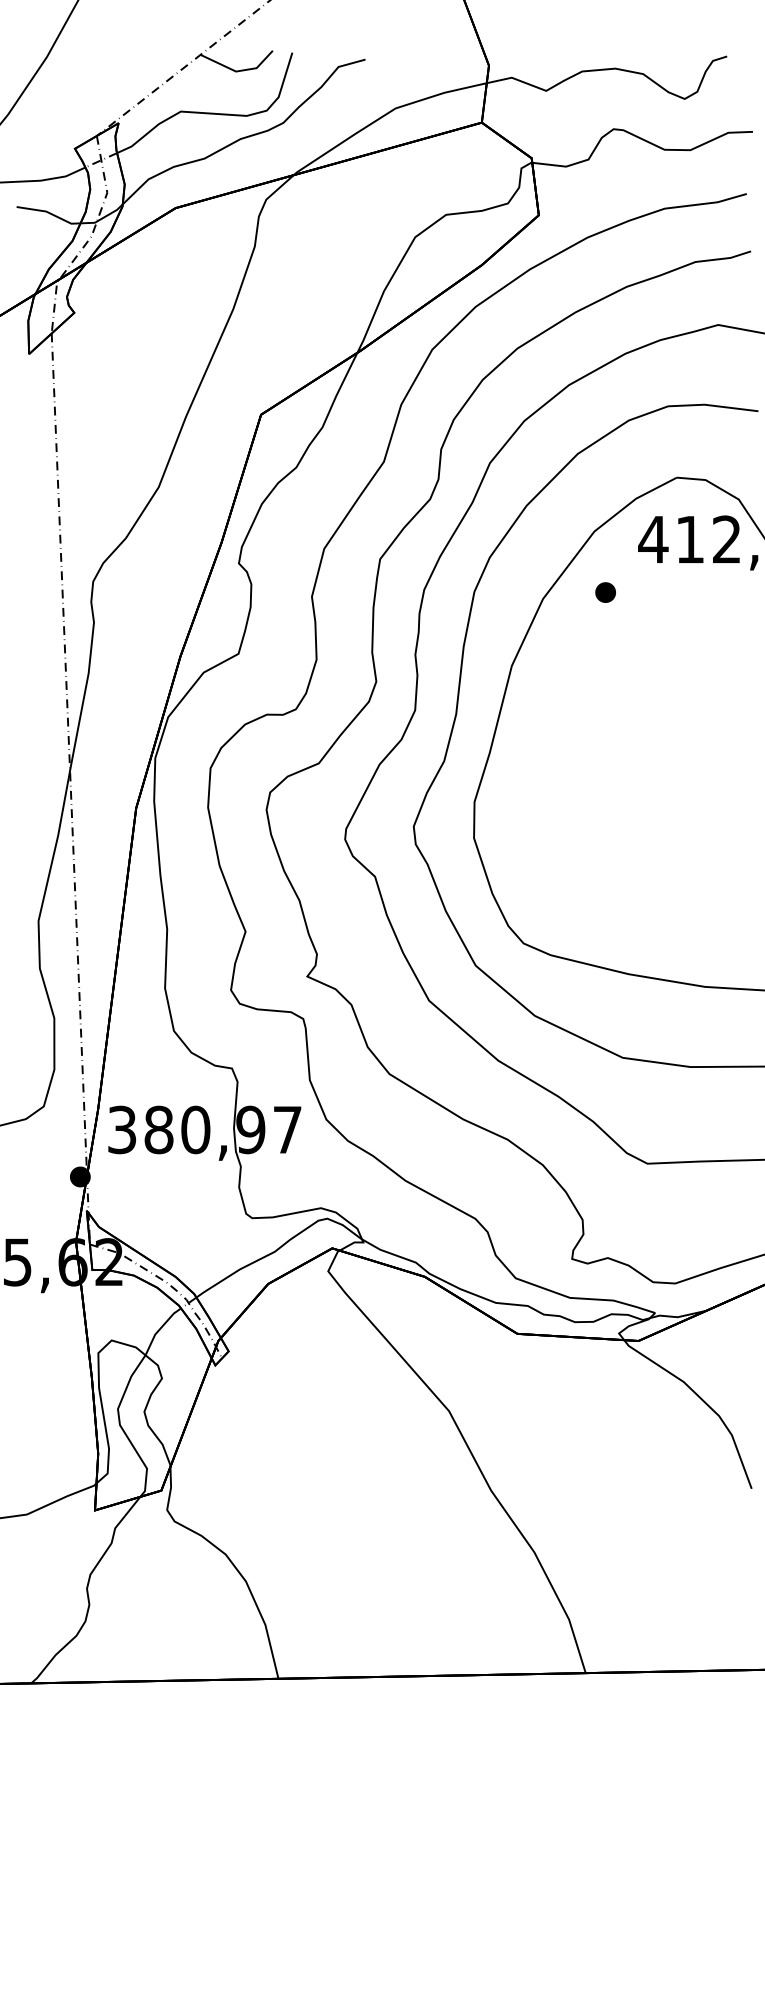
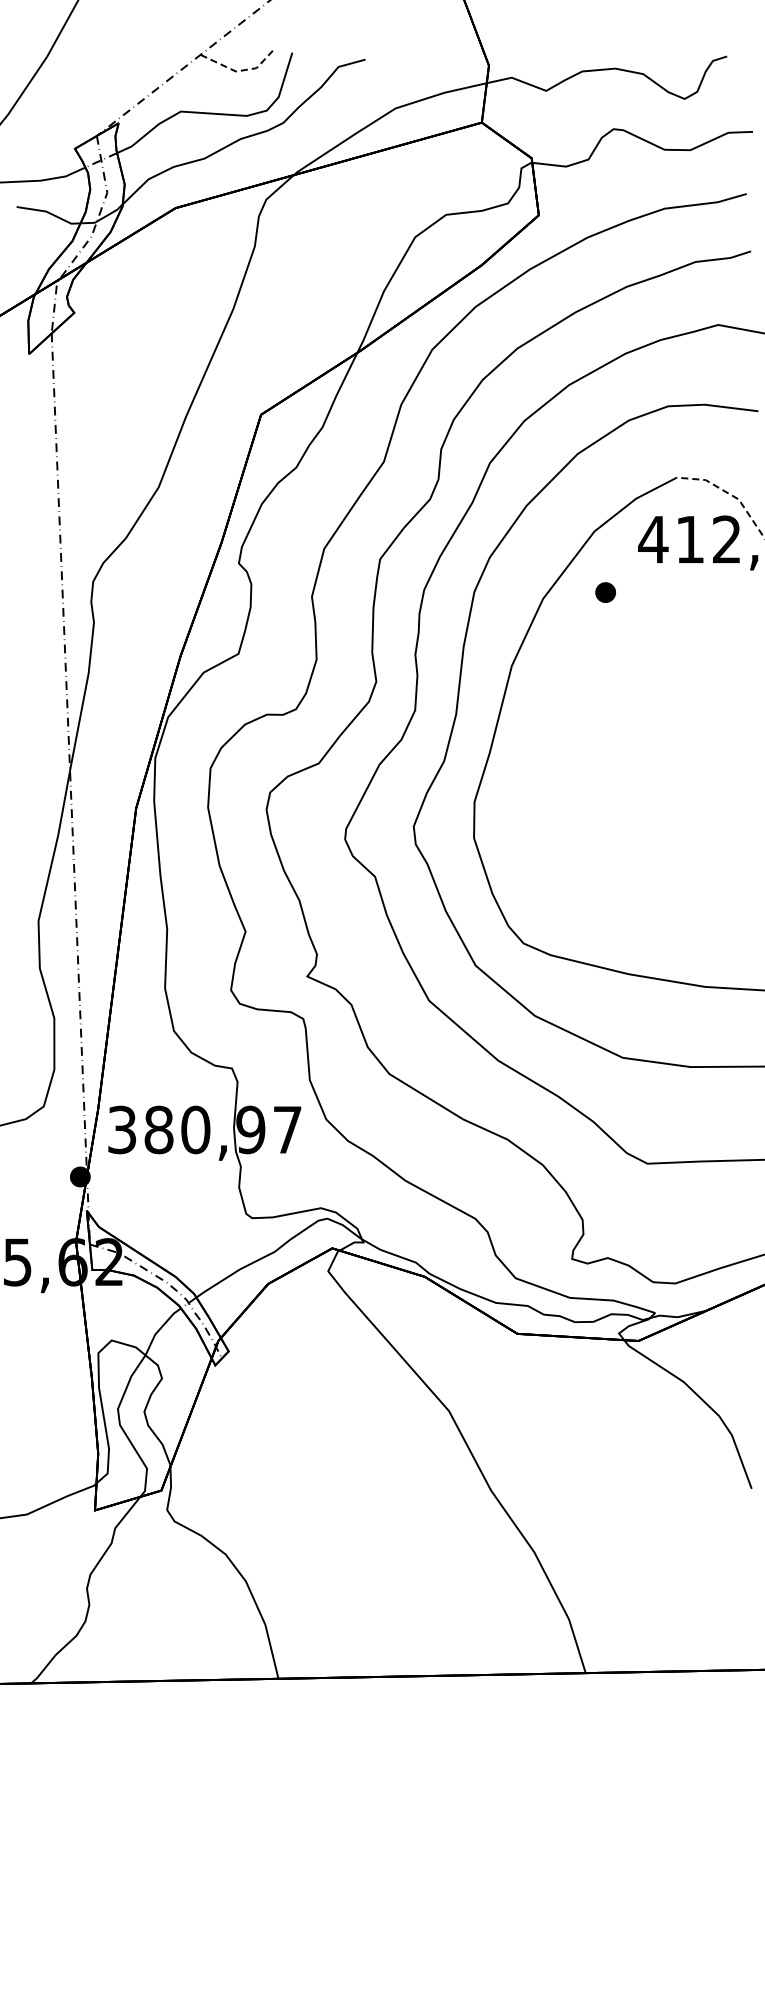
line at (239, 71): solid -> dashed
line at (730, 494): solid -> dashed
